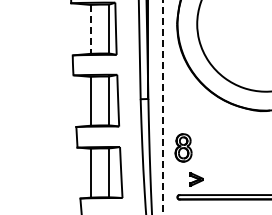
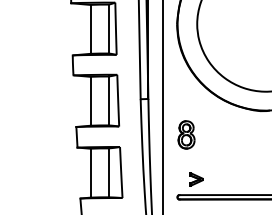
line at (90, 29): dashed -> solid
line at (162, 107): dashed -> solid
part at (183, 147) position: (183, 147) -> (186, 134)
